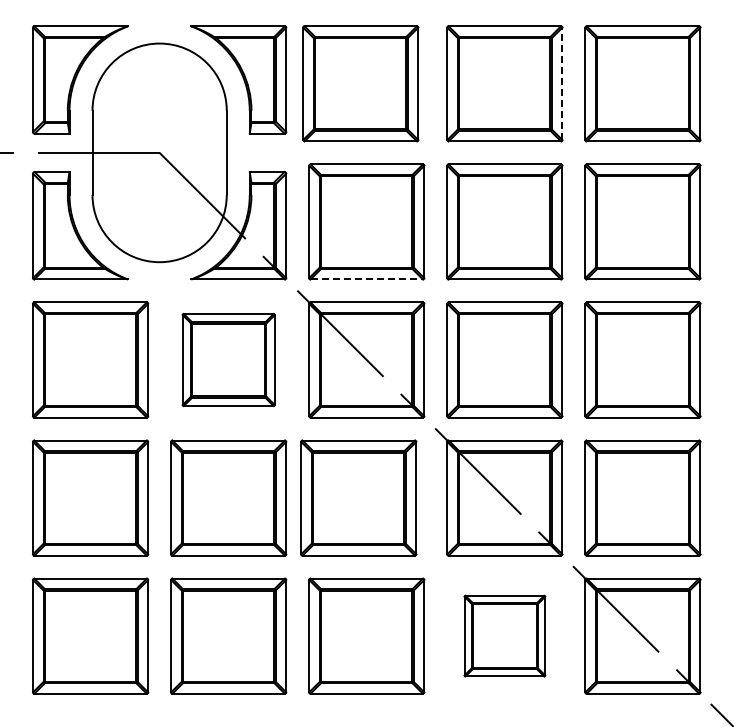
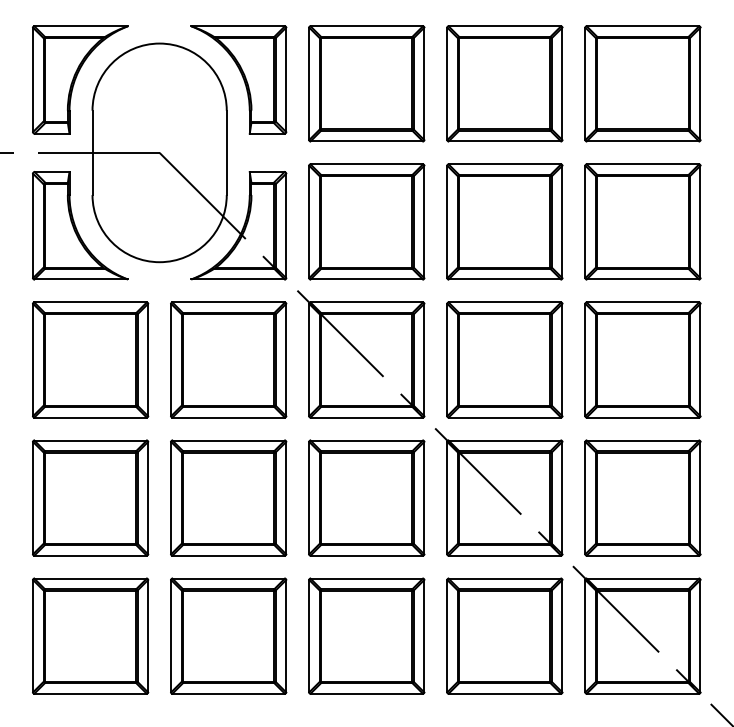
part at (360, 83) position: (360, 83) -> (366, 83)
line at (562, 83): dashed -> solid
line at (367, 279): dashed -> solid
part at (228, 359) size: 95x96 px -> 118x118 px
part at (358, 497) position: (358, 497) -> (366, 497)
part at (504, 635) size: 84x84 px -> 118x118 px
